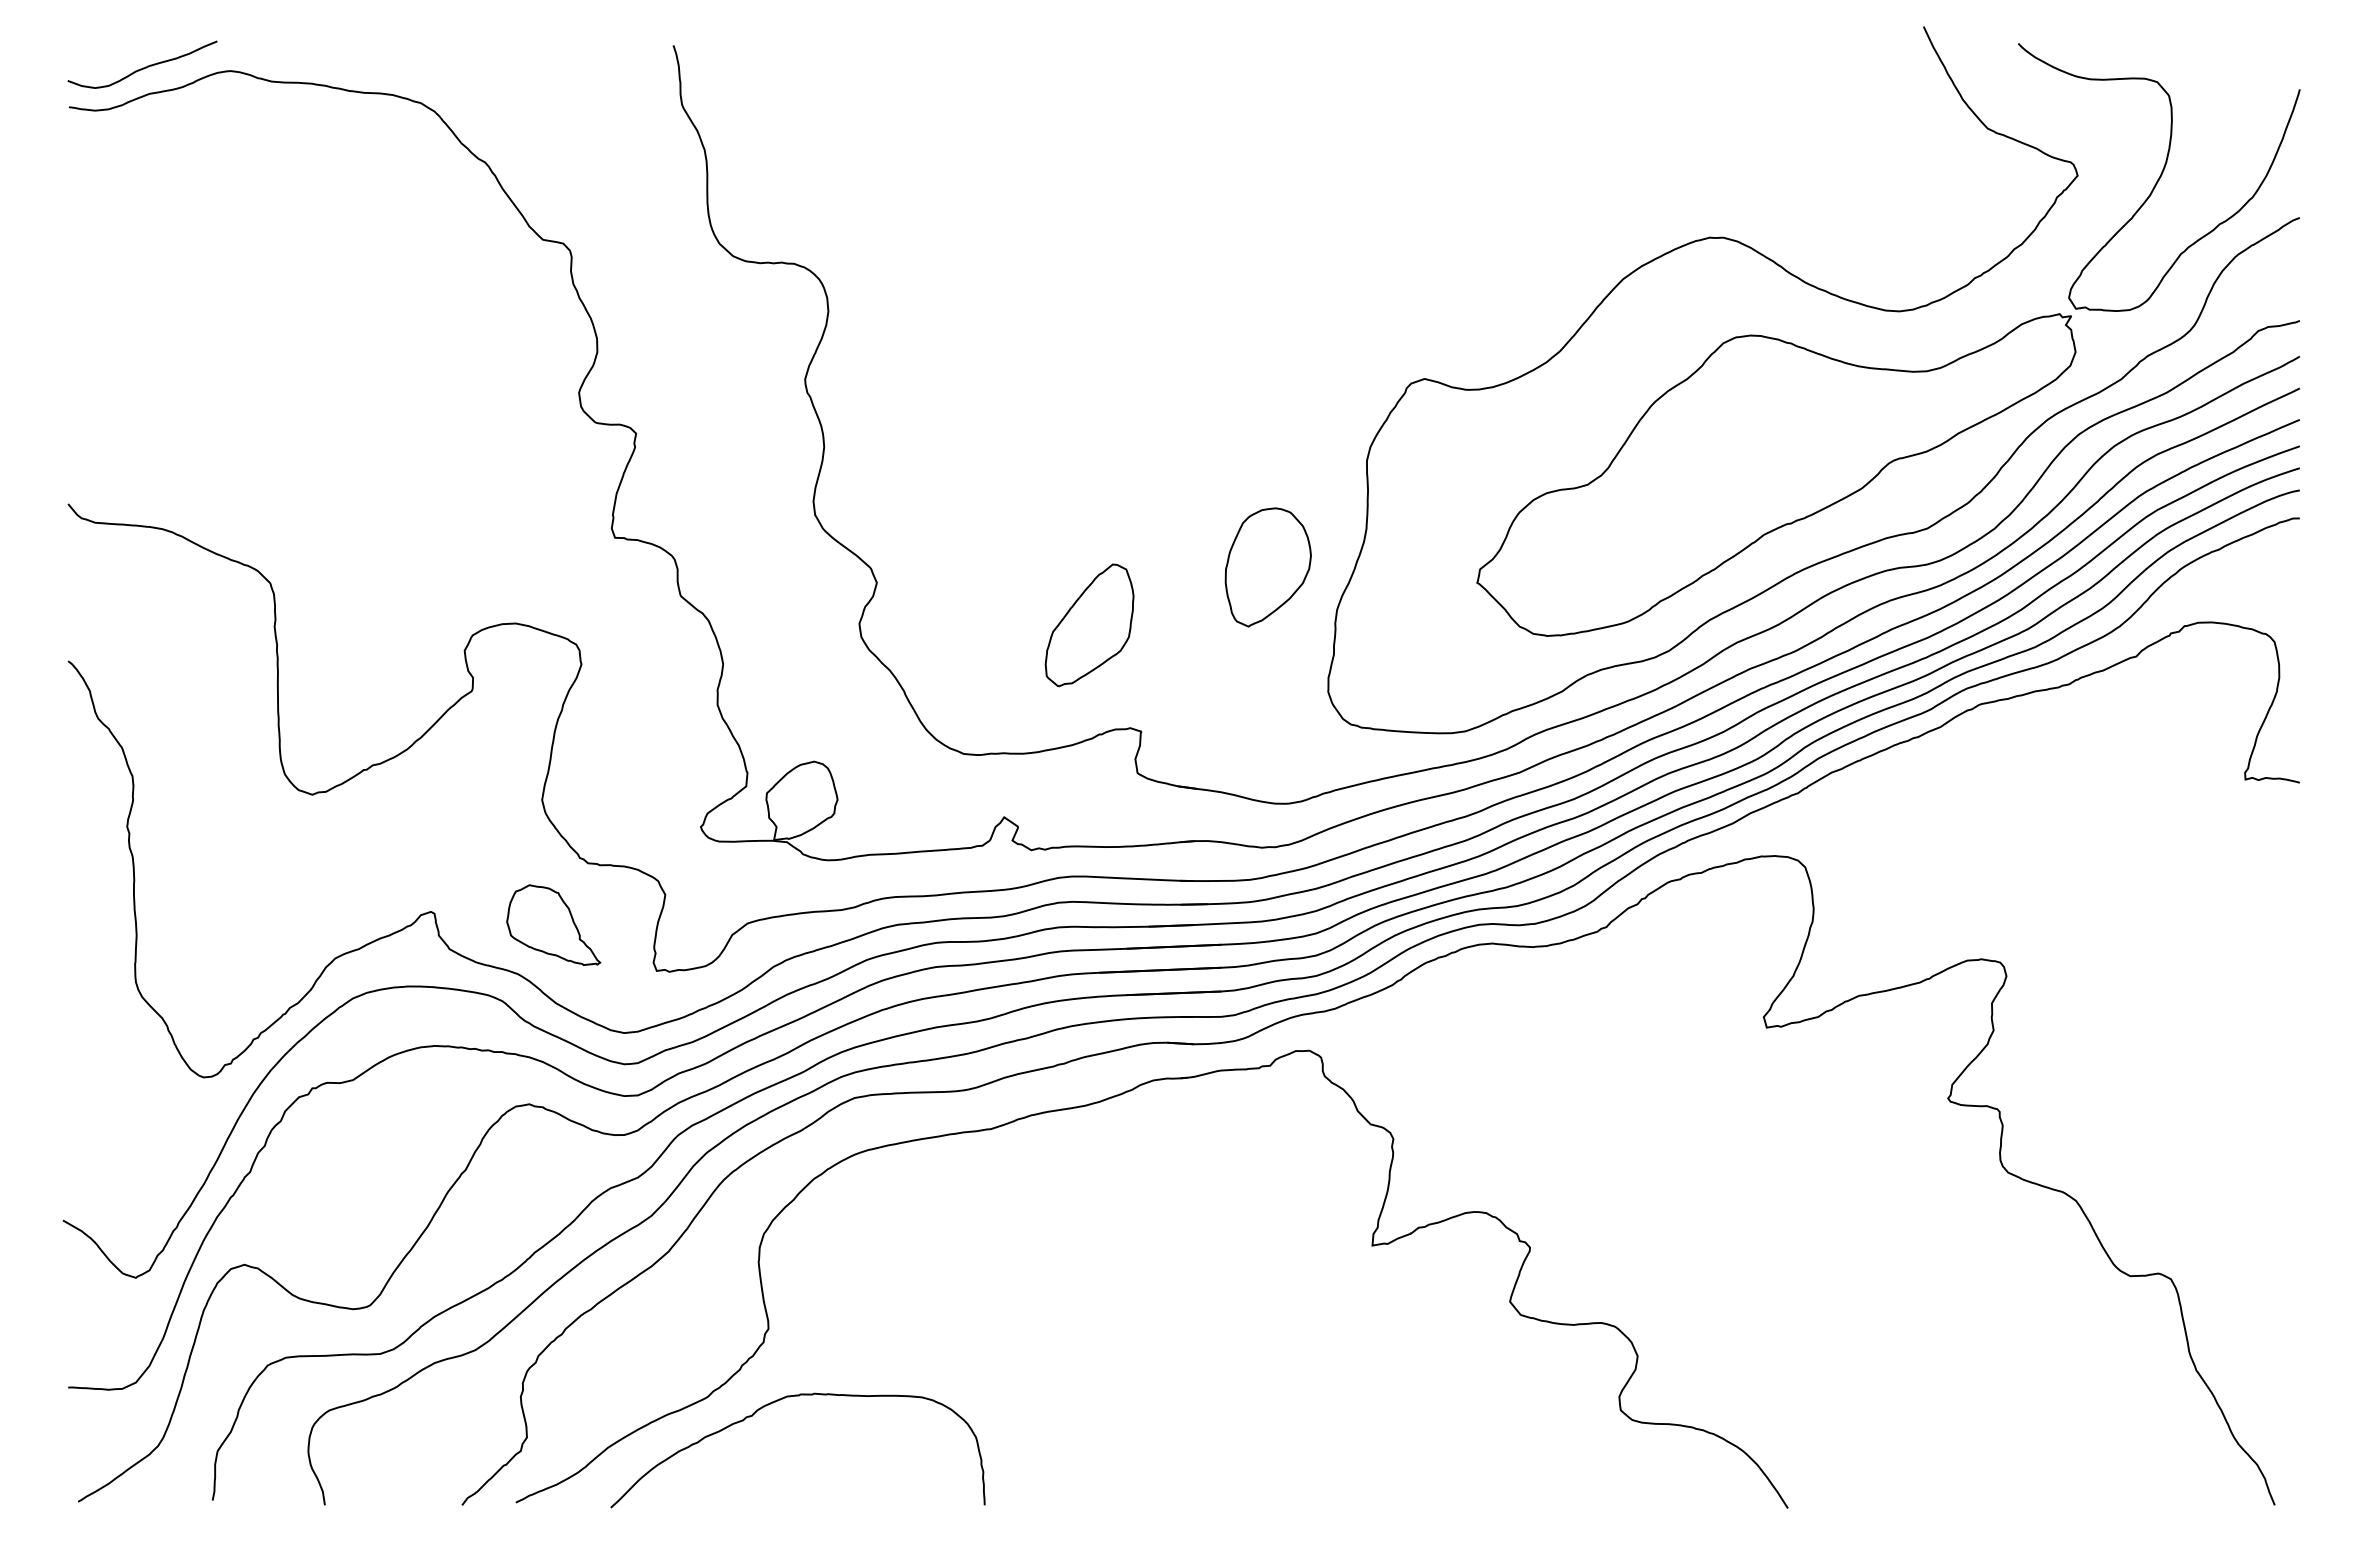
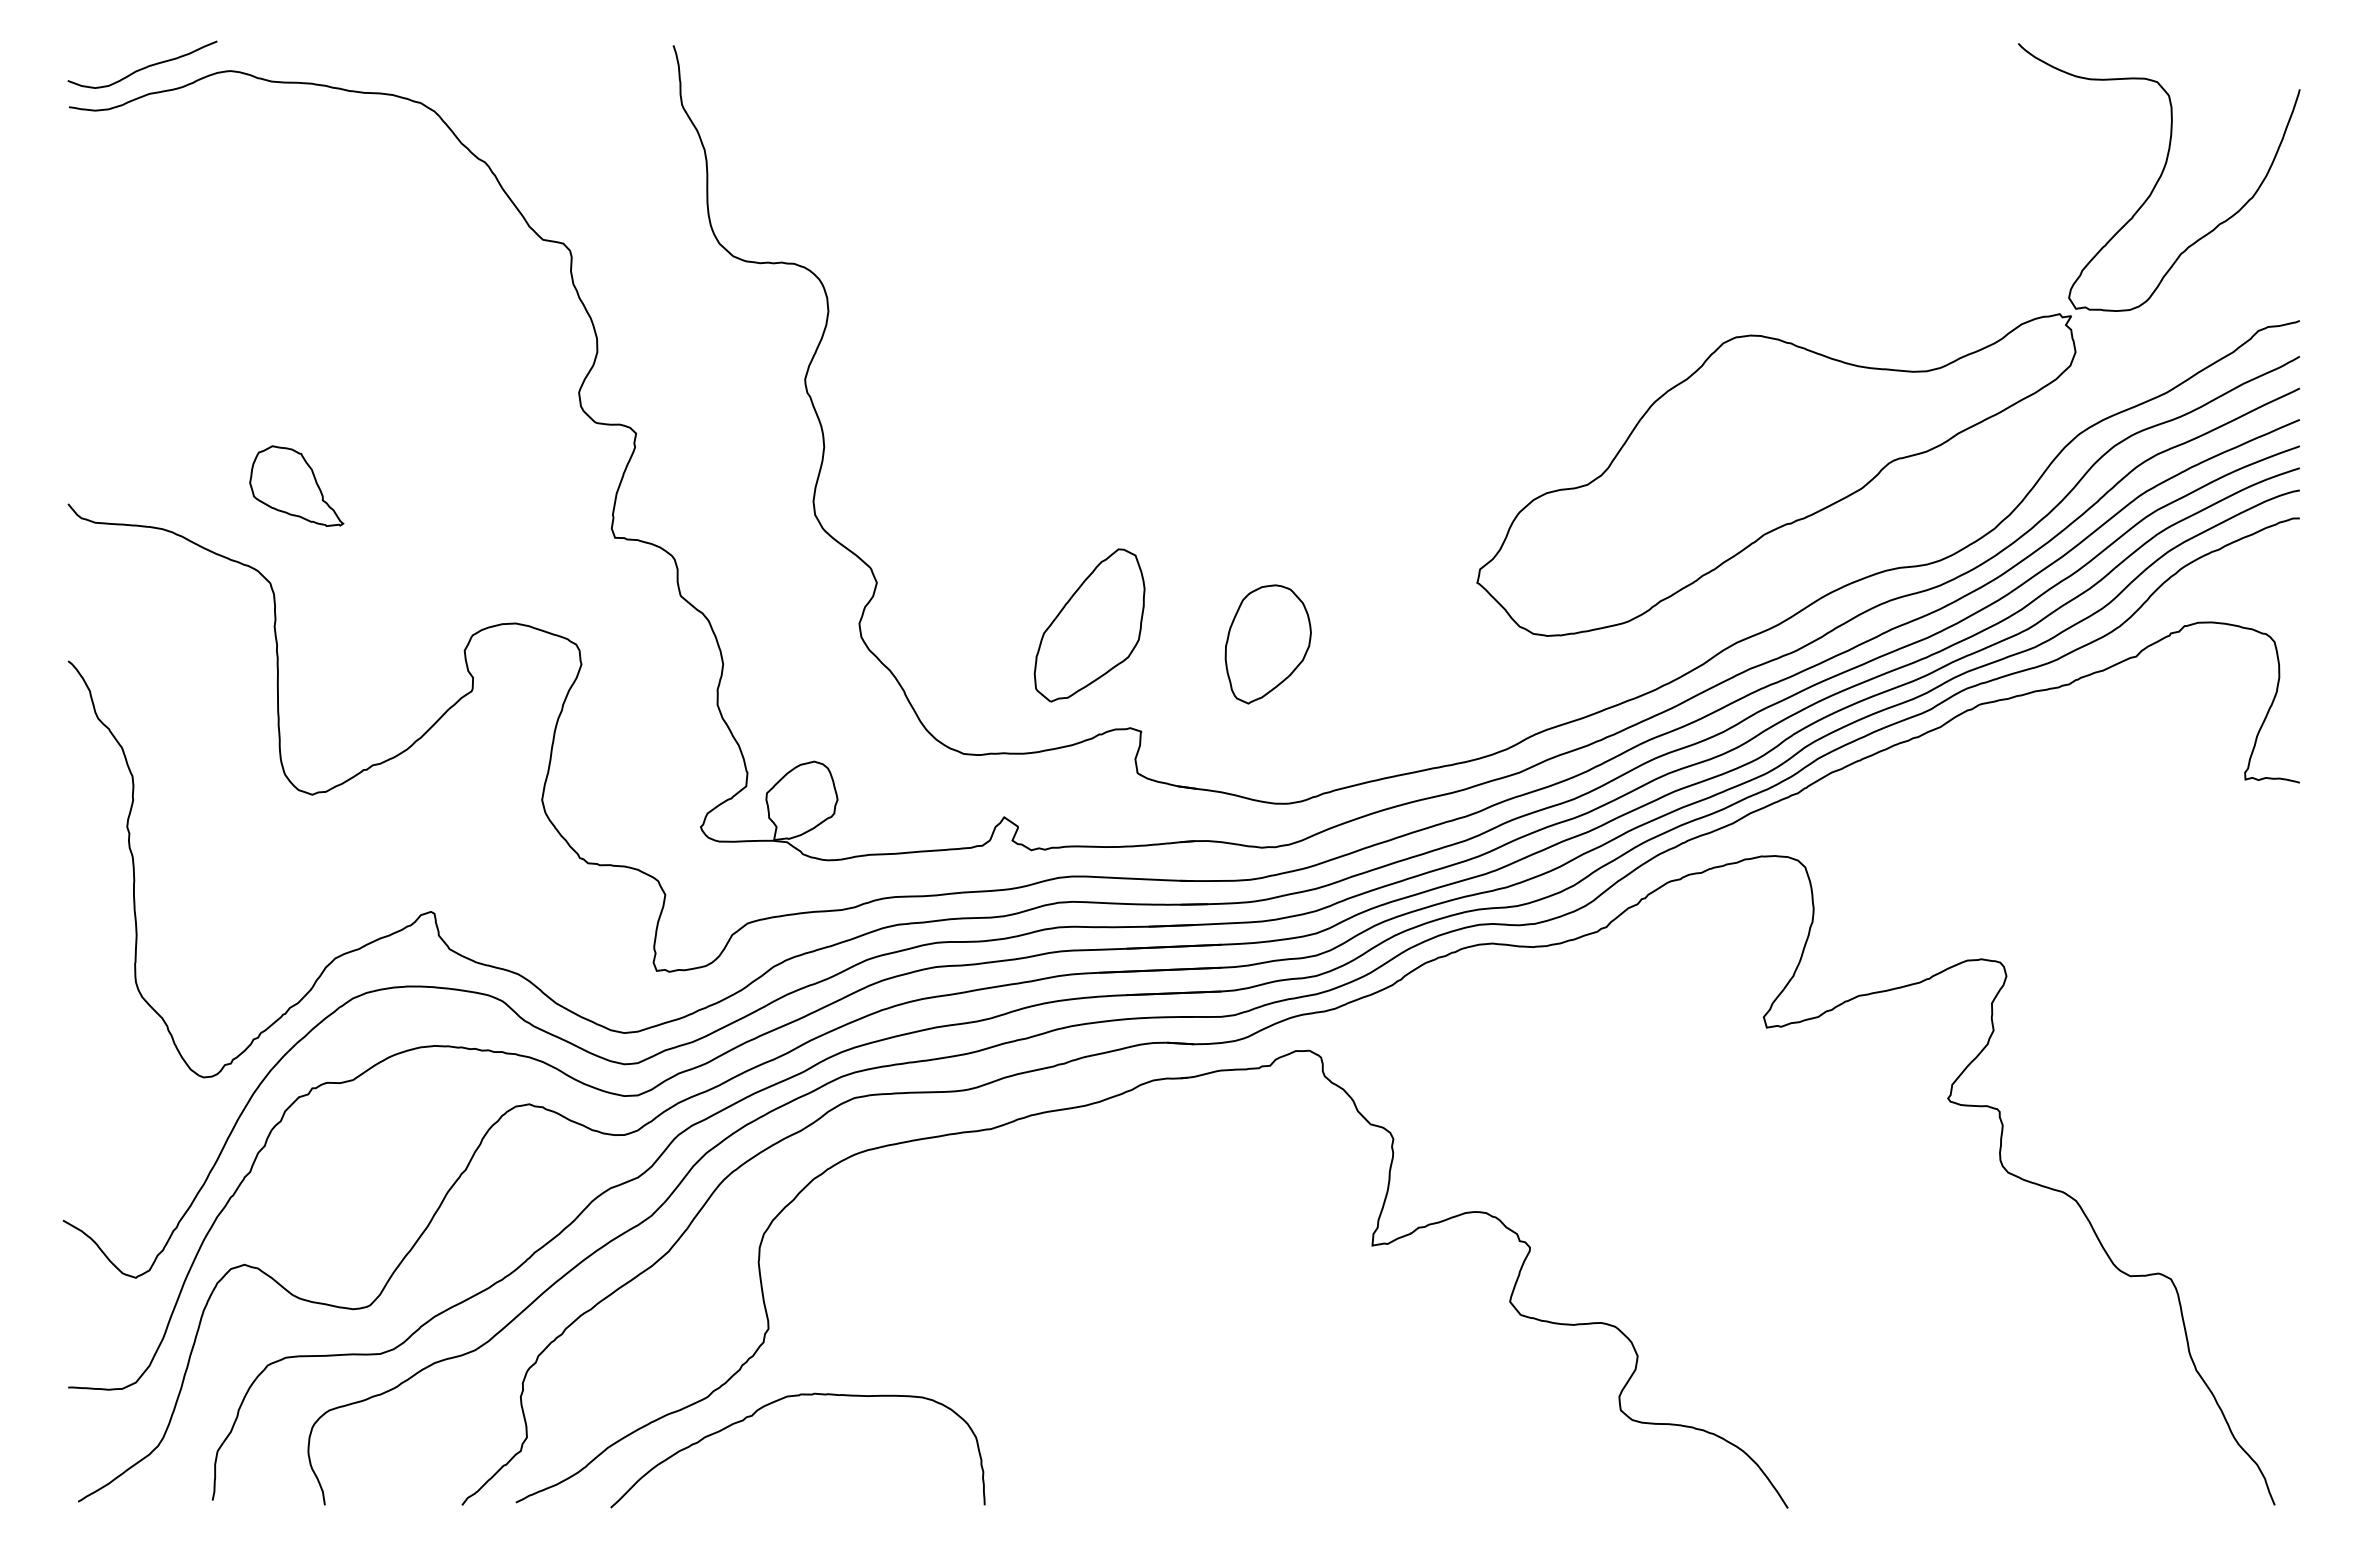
curve at (1839, 298): present -> none
part at (1267, 567) position: (1267, 567) -> (1267, 644)
part at (1089, 625) size: 91x125 px -> 113x155 px
part at (553, 924) position: (553, 924) -> (296, 485)
